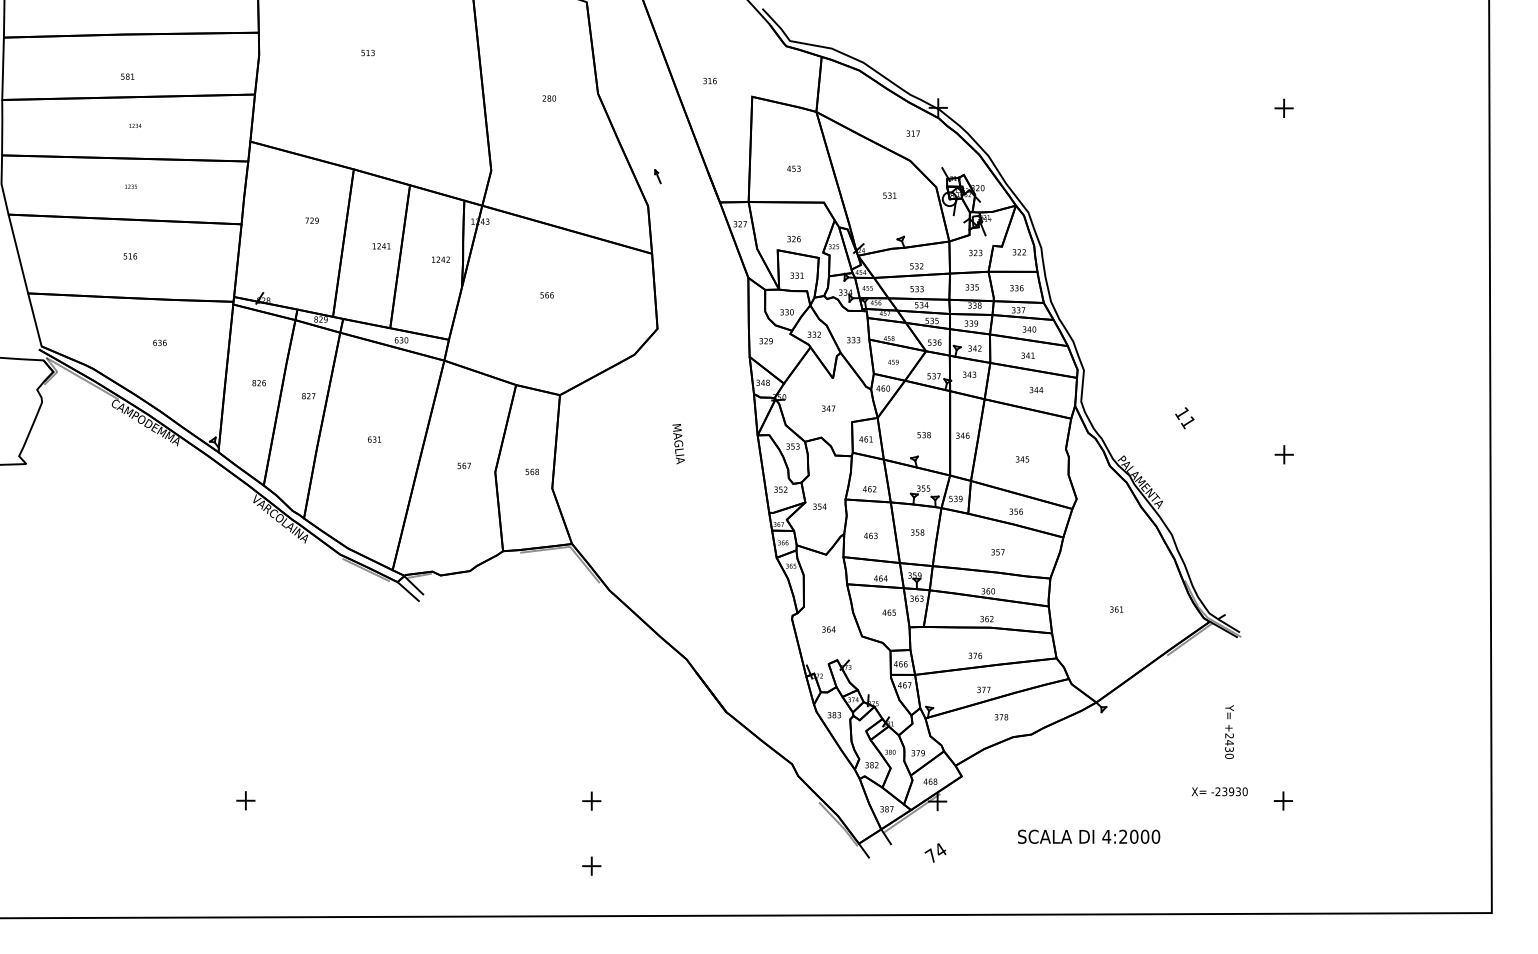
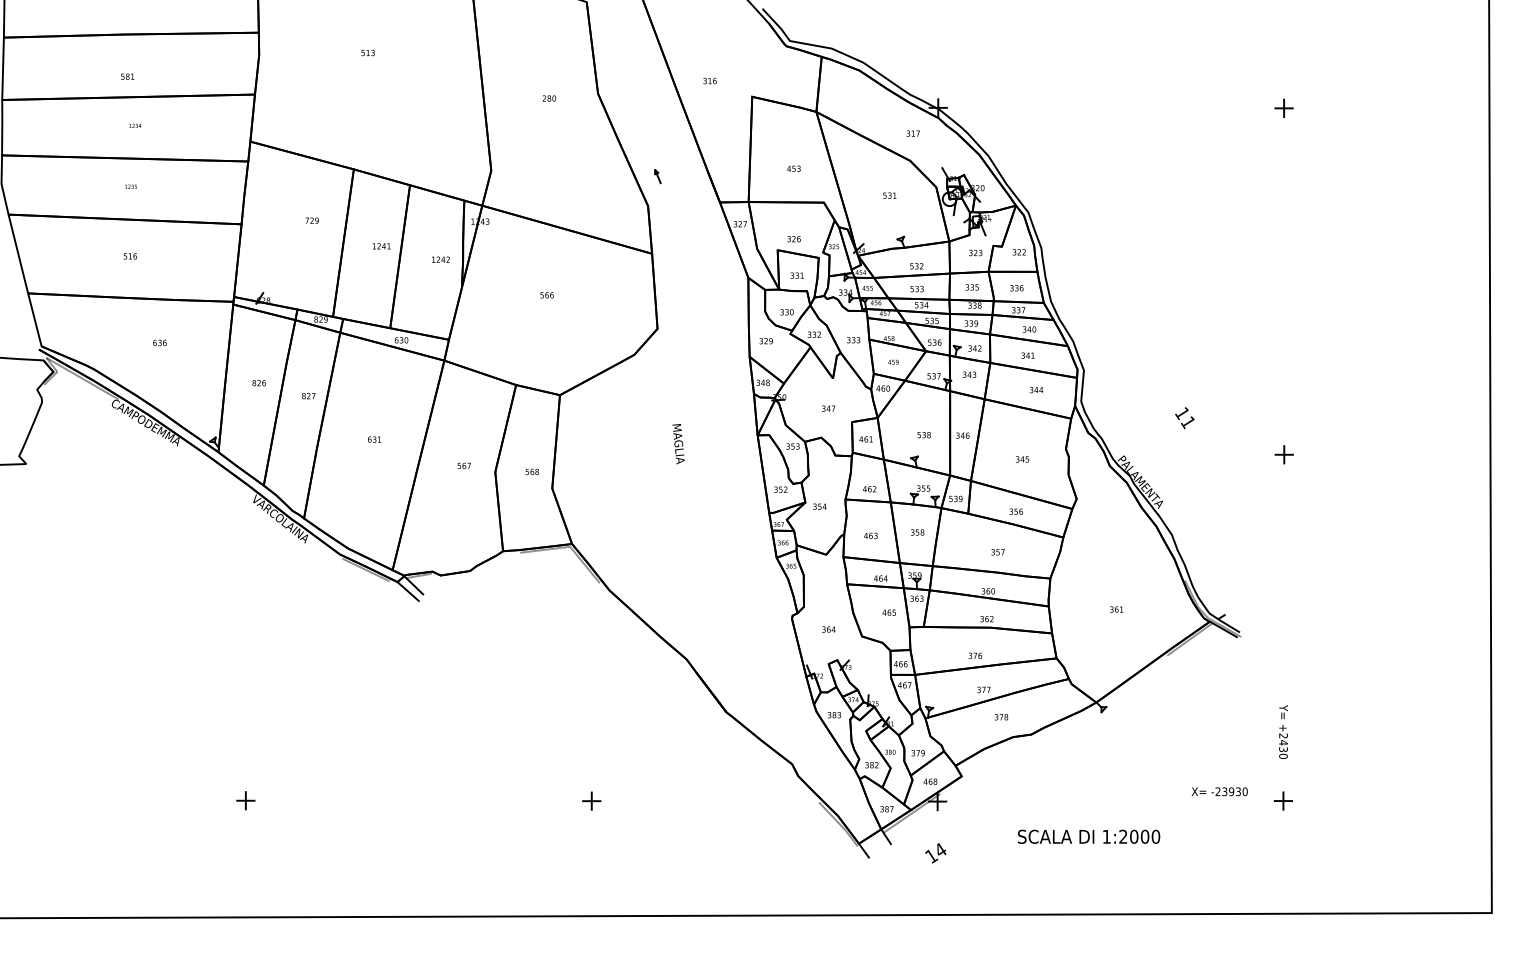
text at (1229, 731) position: (1229, 731) -> (1283, 731)
text at (1106, 836): 4:2000 -> 1:2000
text at (931, 855): 74 -> 14
part at (591, 865): present -> none
